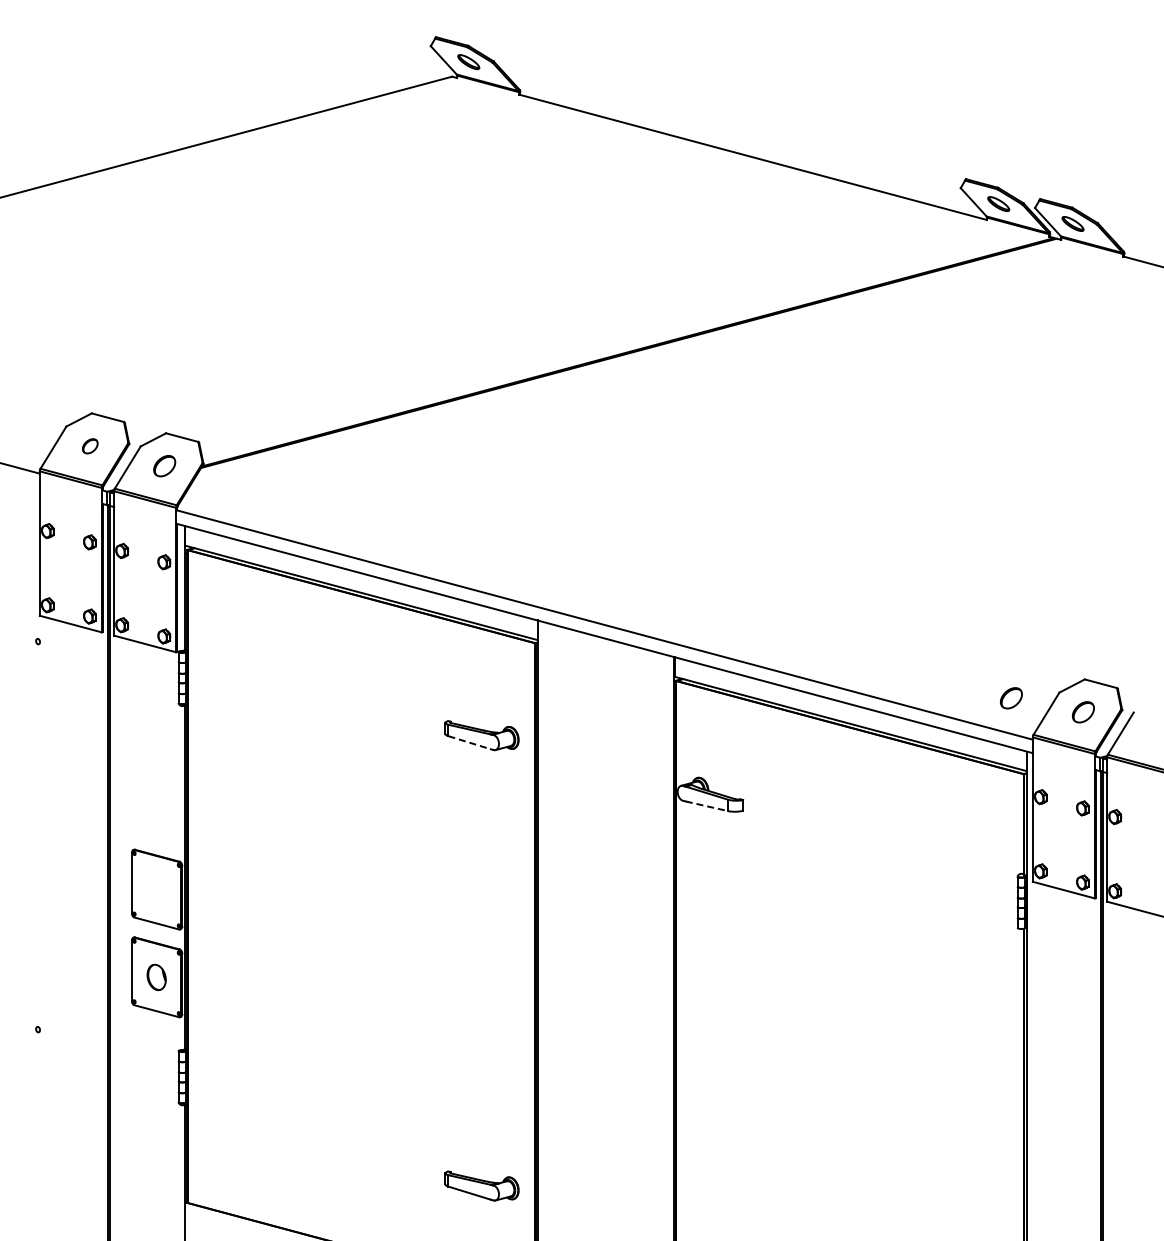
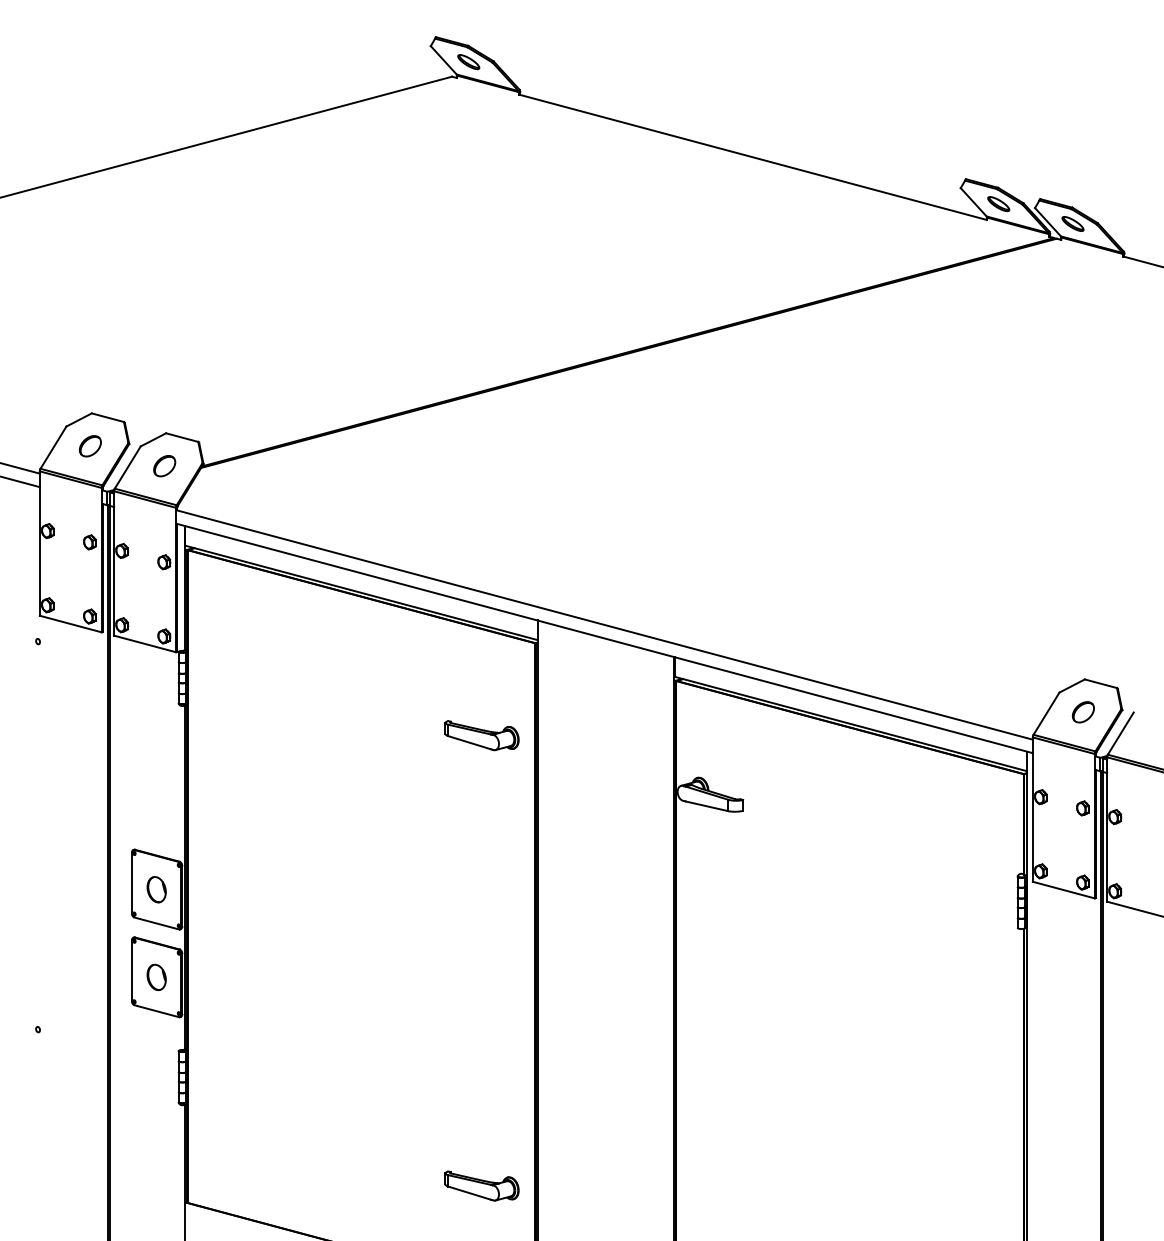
part at (90, 446) size: 17x17 px -> 24x23 px
line at (20, 482): none -> present
part at (1011, 698): present -> none
line at (470, 742): dashed -> solid
line at (707, 806): dashed -> solid
part at (156, 889): none -> present
